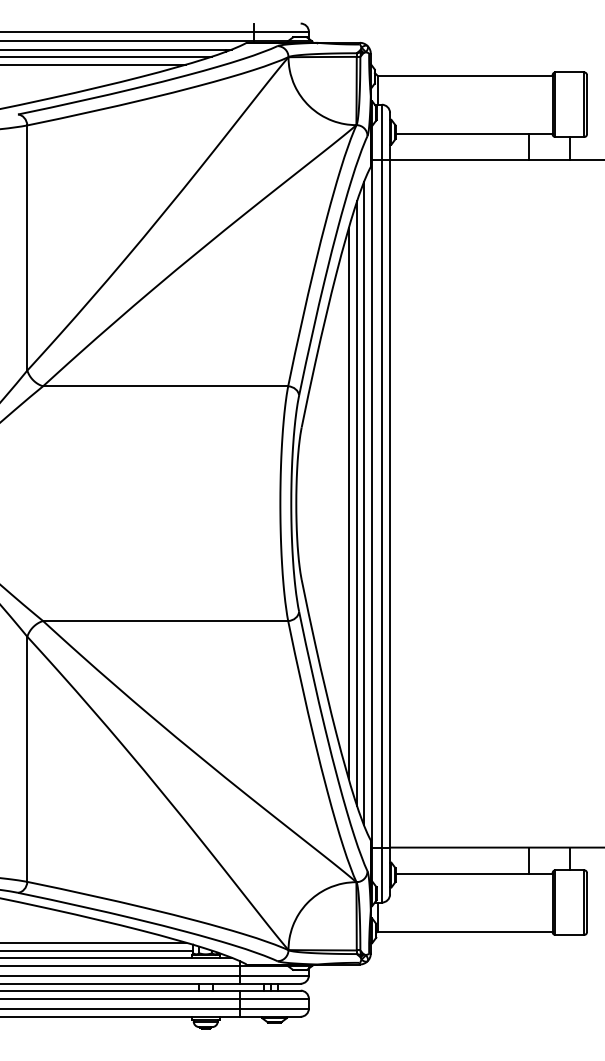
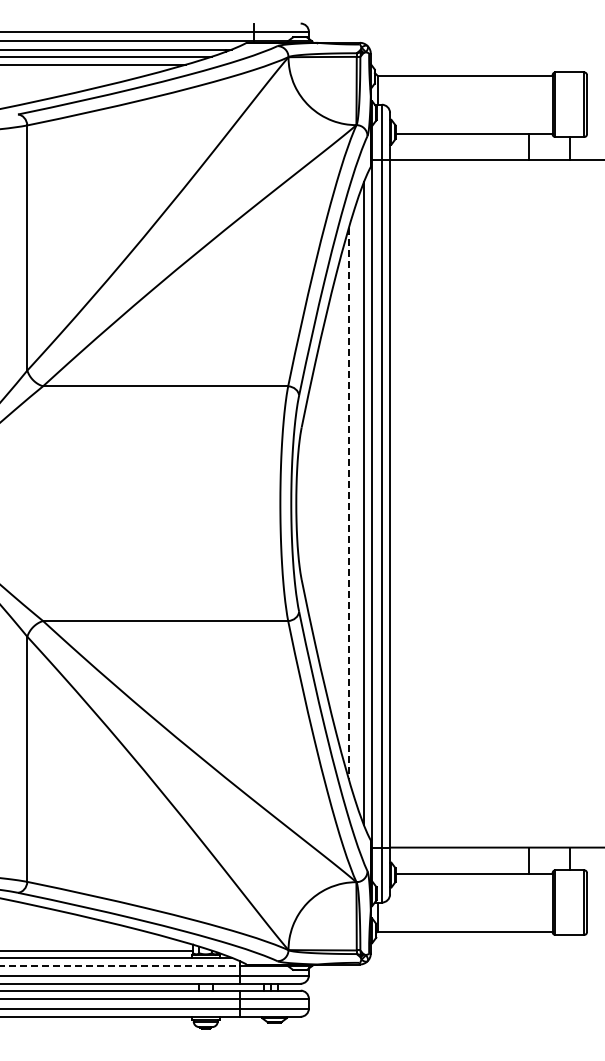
line at (348, 503): solid -> dashed
line at (357, 503): present -> none
line at (93, 942): present -> none
line at (120, 965): solid -> dashed
